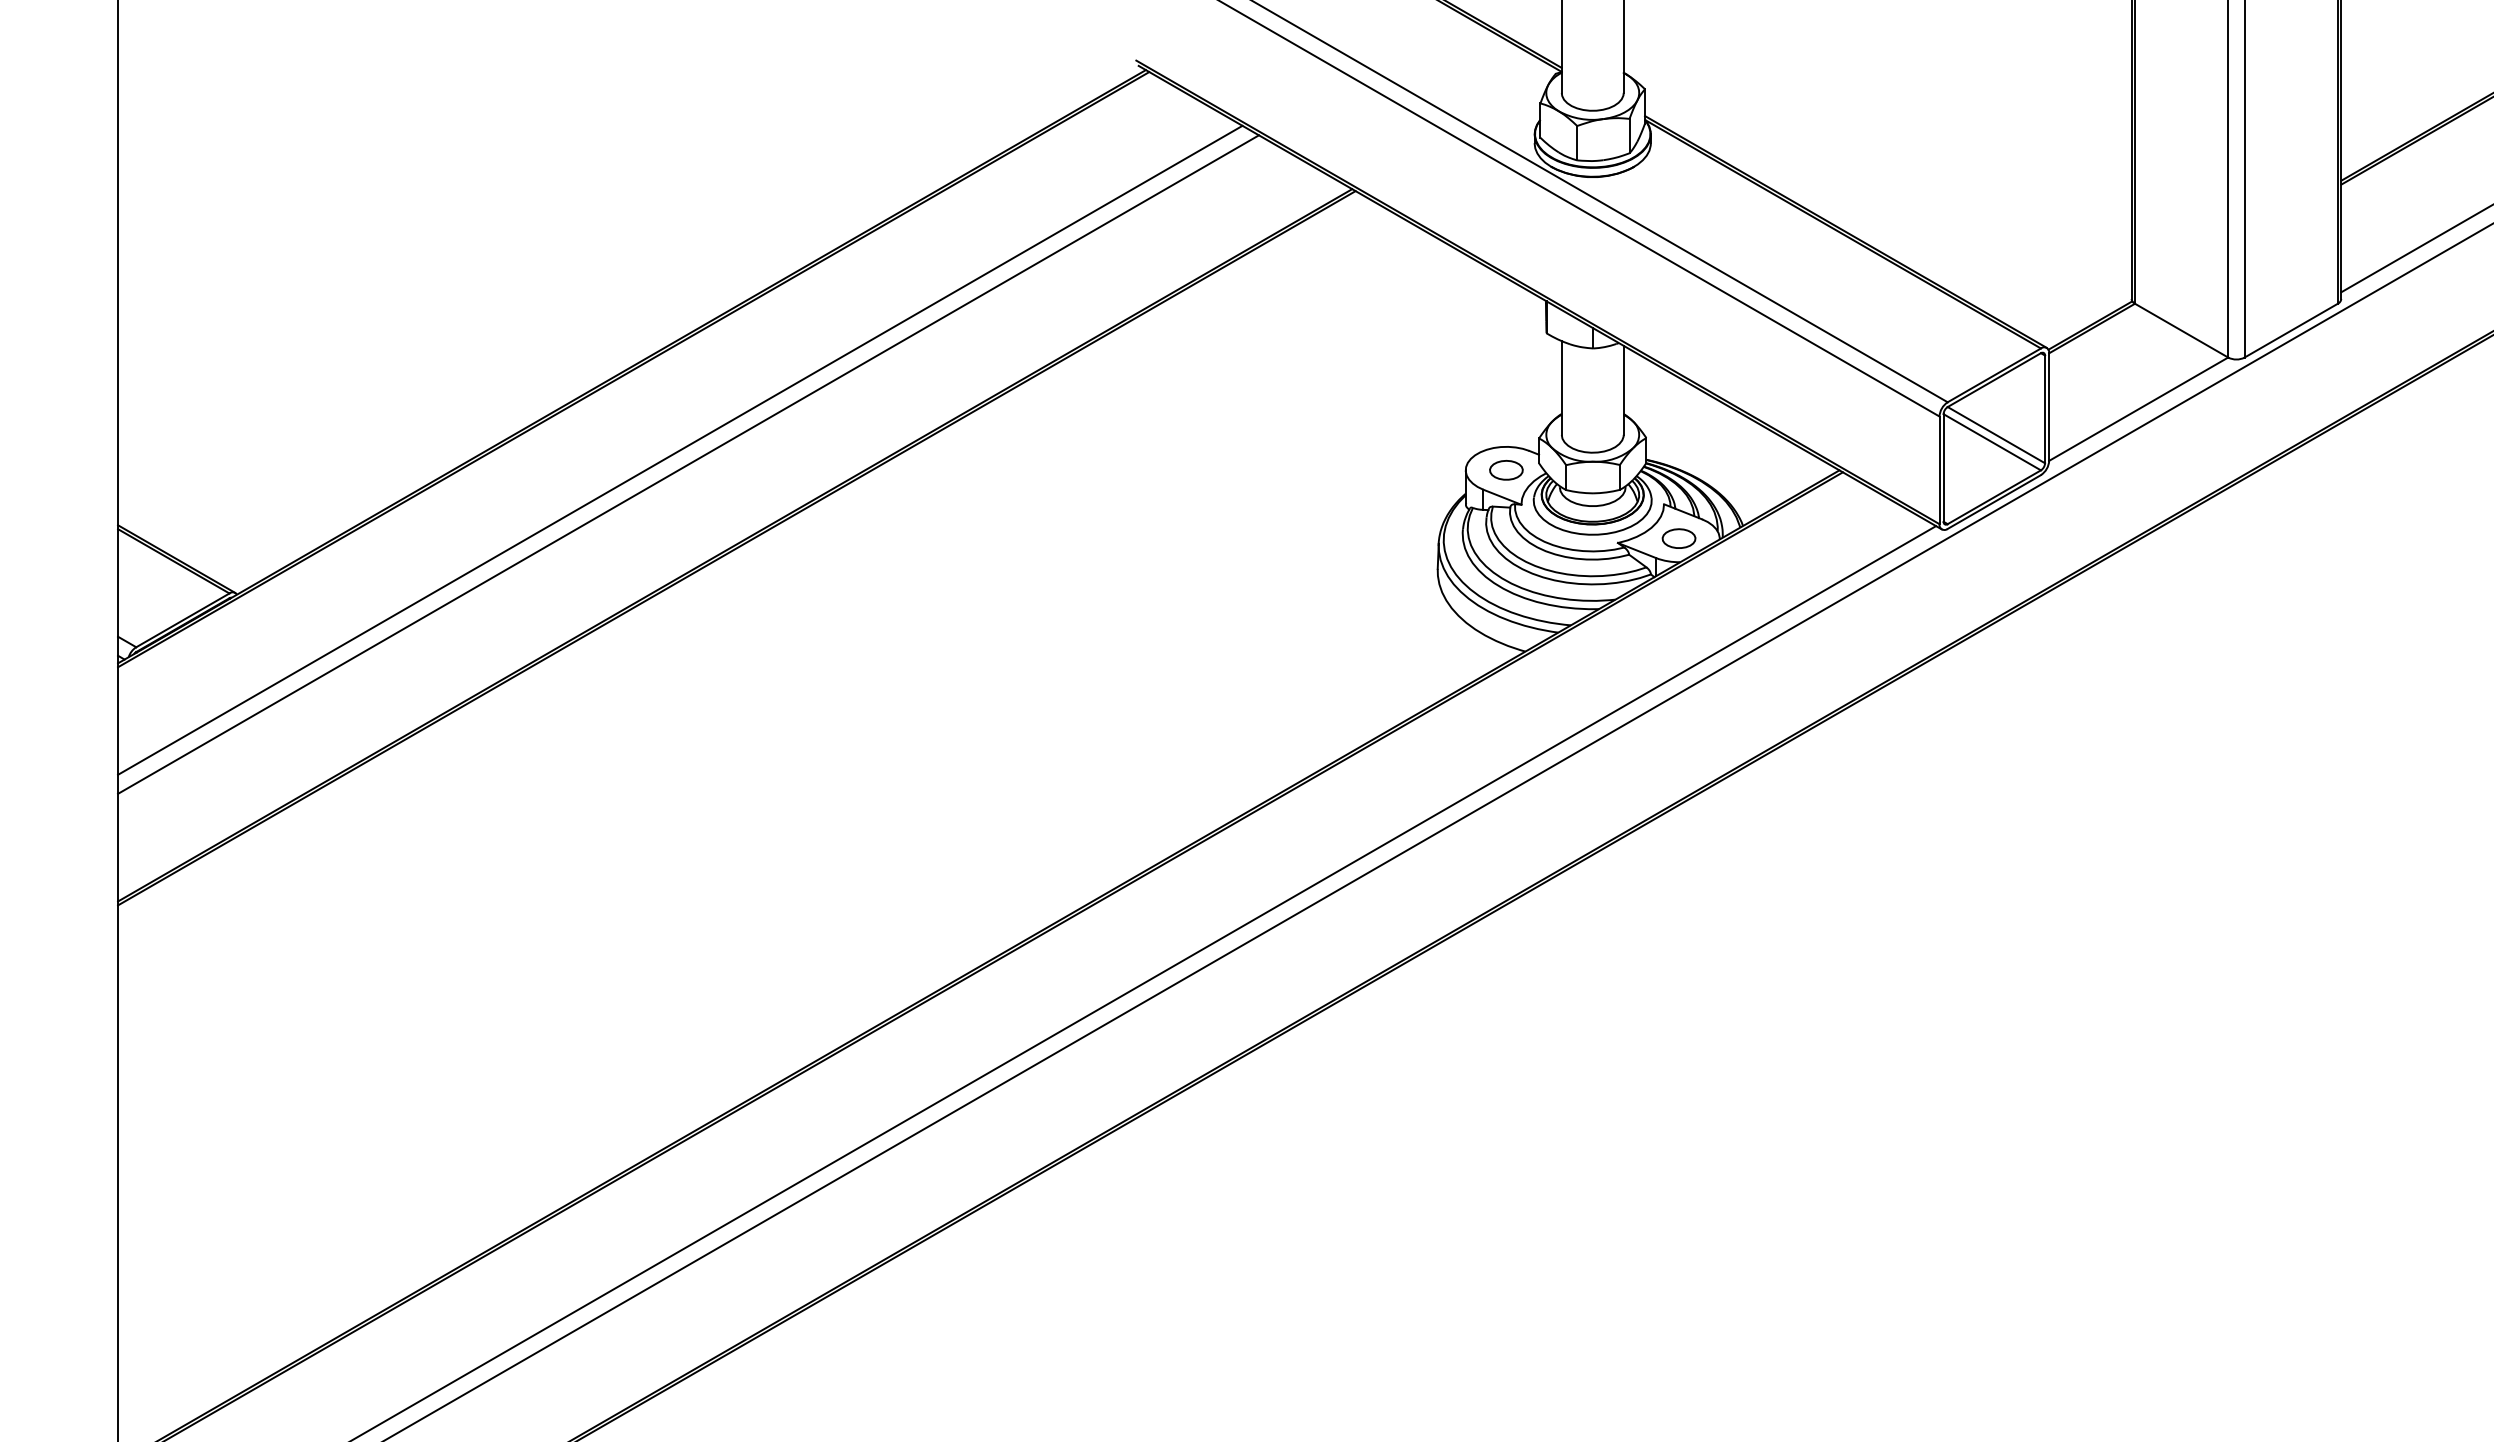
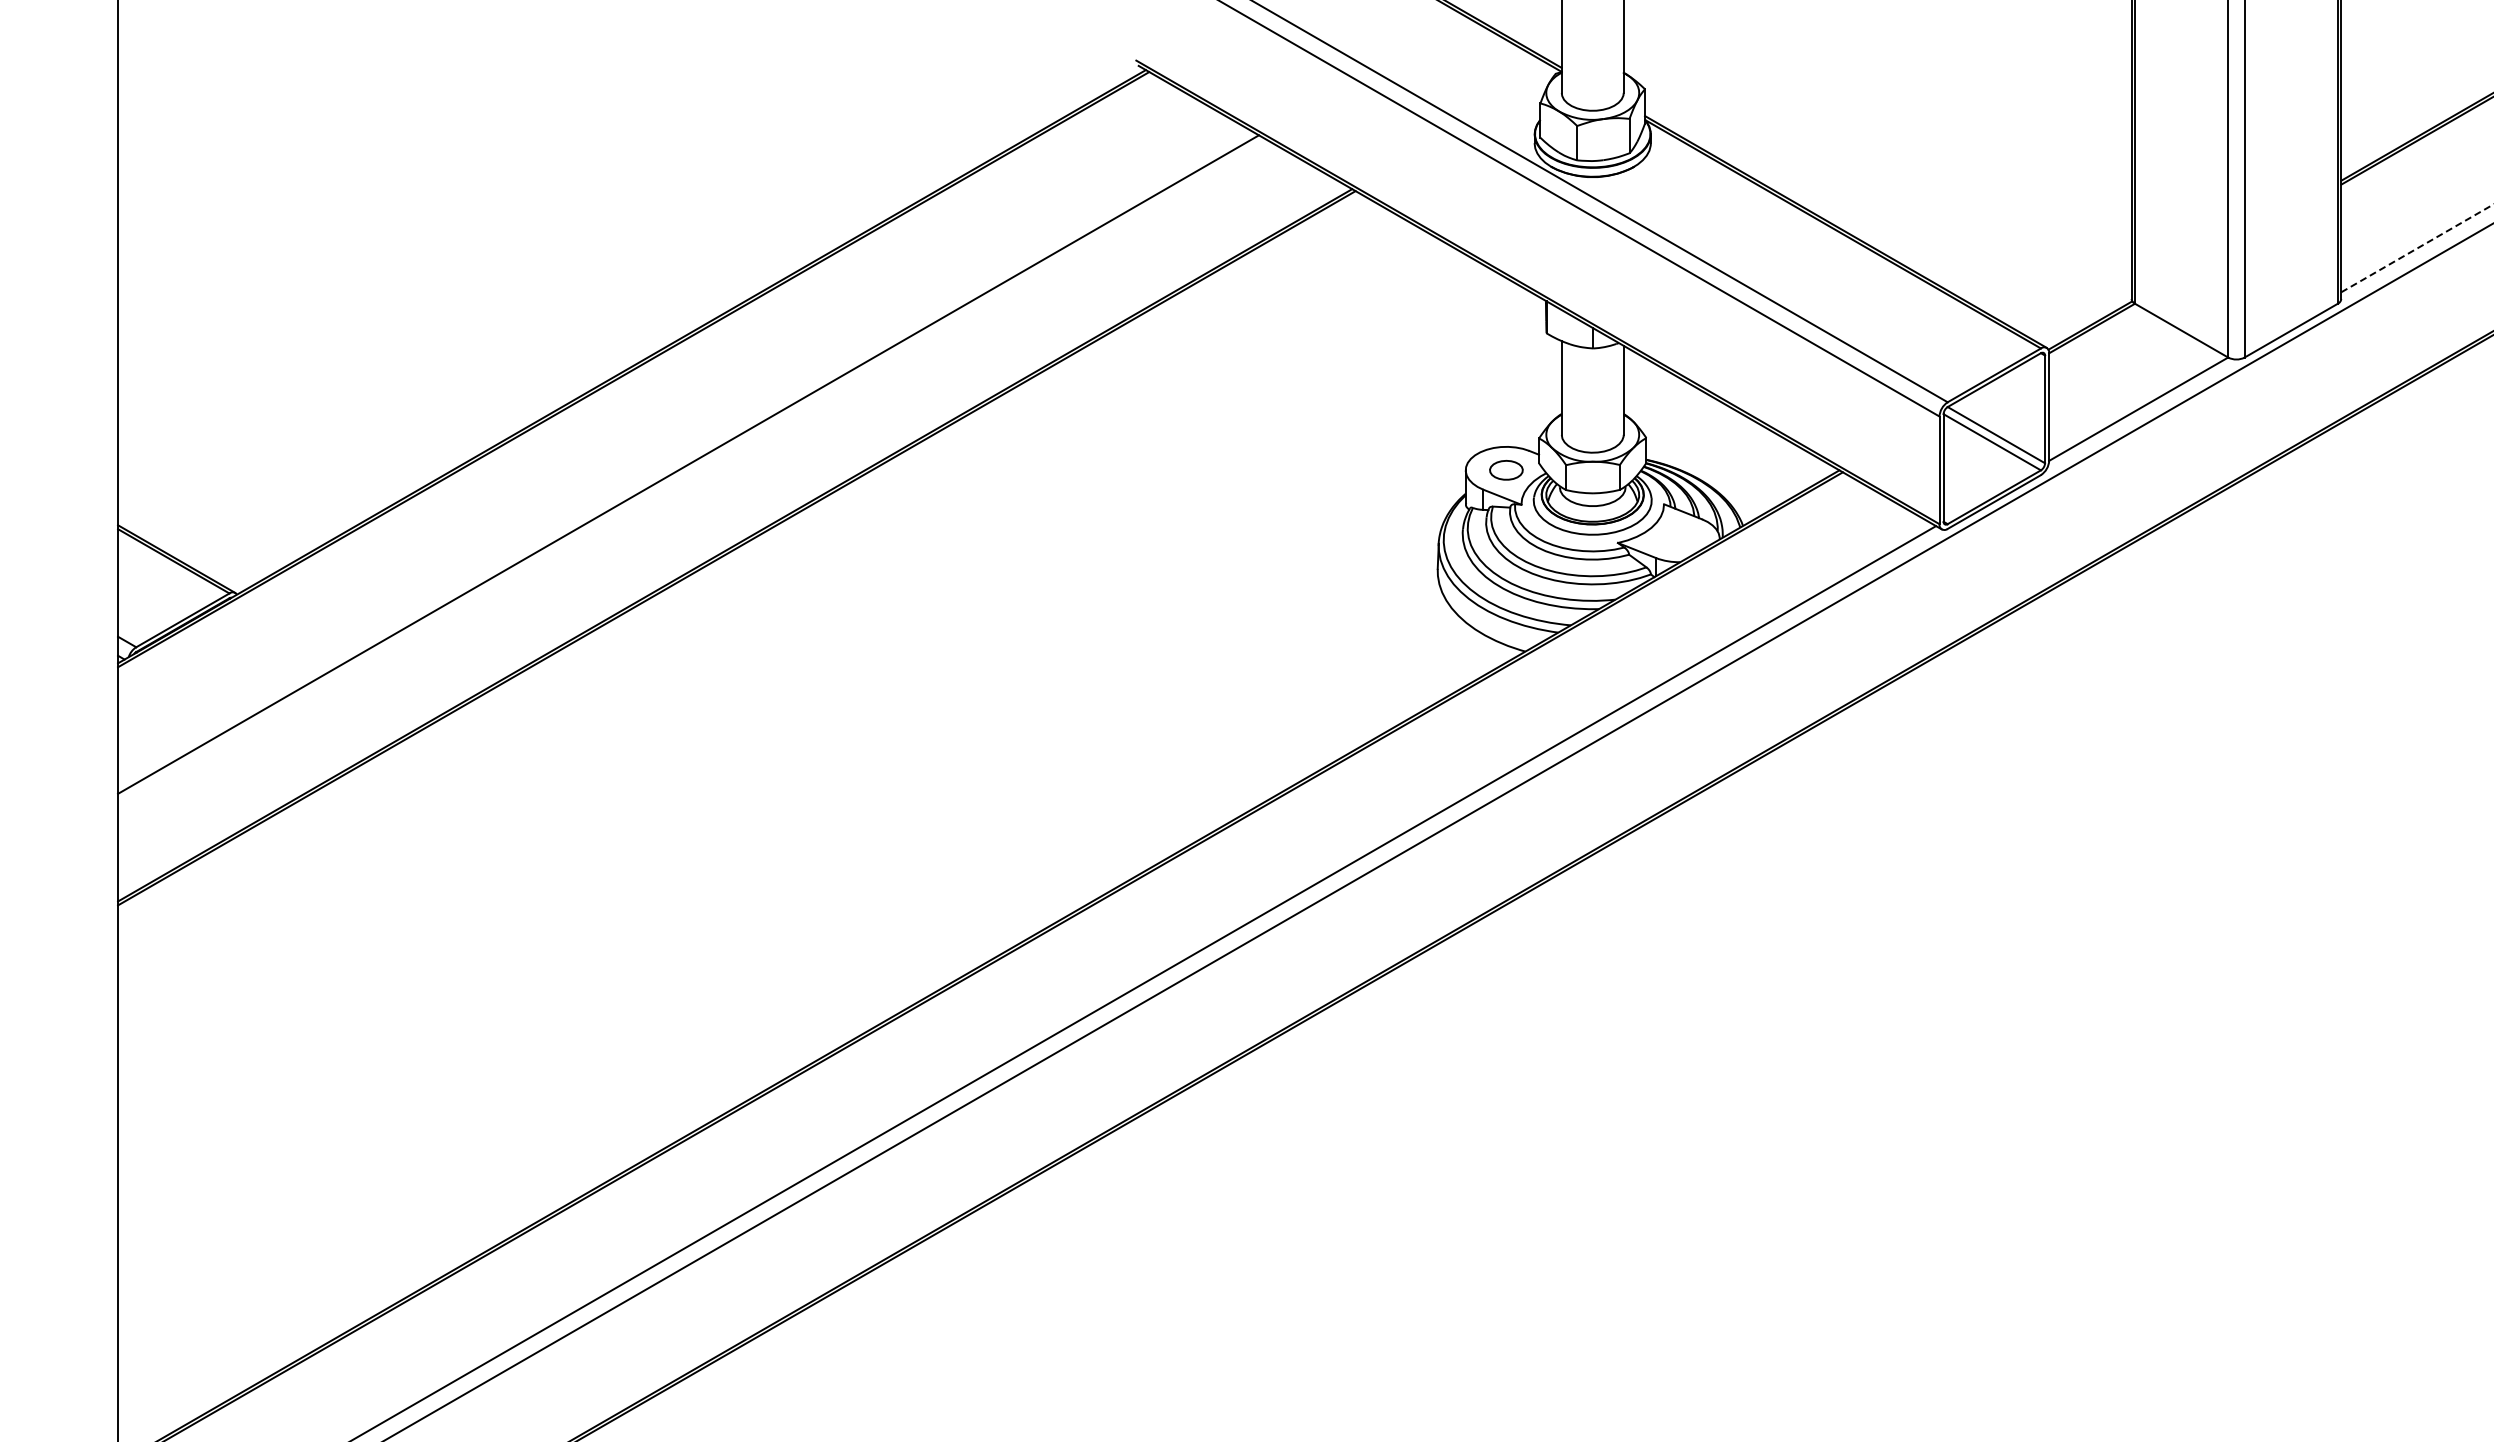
line at (2417, 248): solid -> dashed
line at (680, 449): present -> none
part at (1678, 538): present -> none
